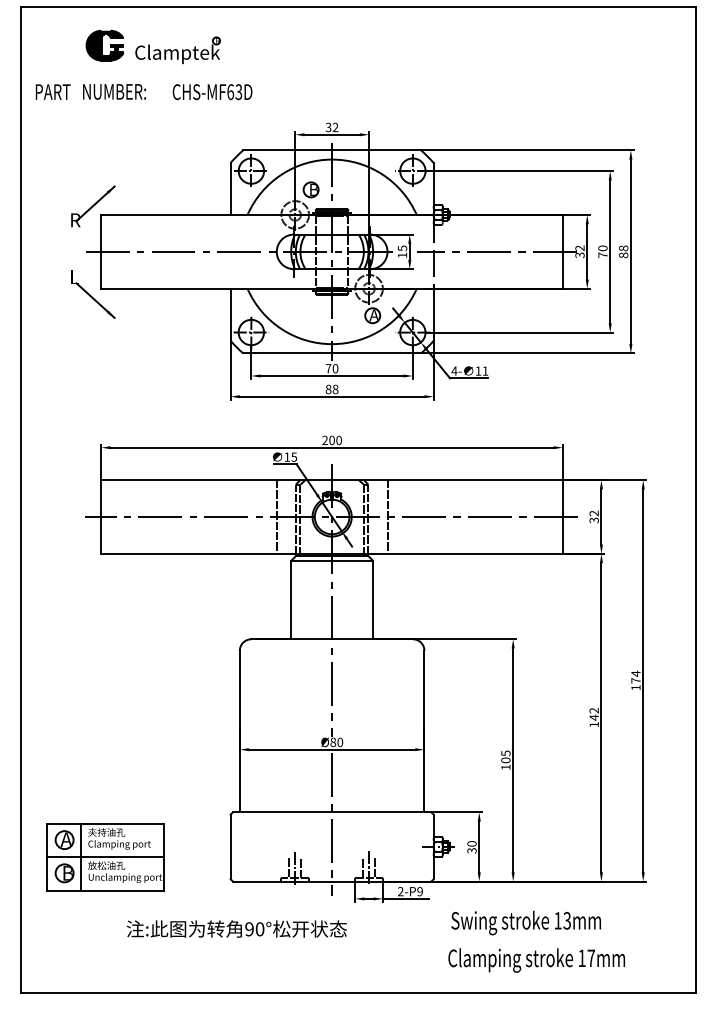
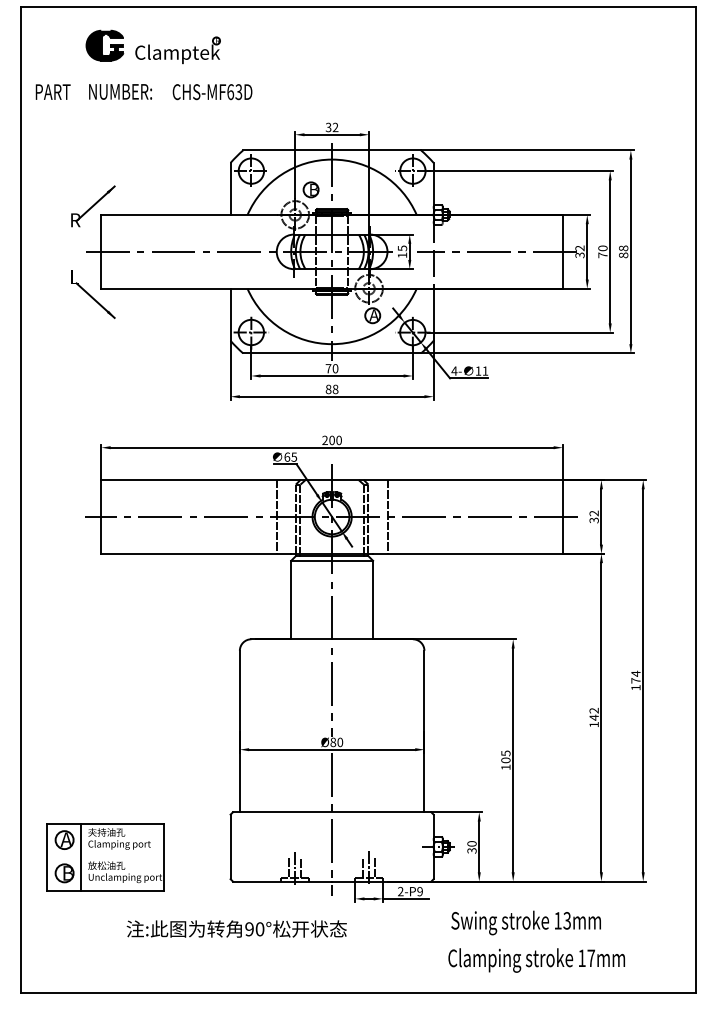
text at (114, 91) position: (114, 91) -> (120, 91)
text at (287, 456): 15 -> 65
line at (105, 857): present -> none
